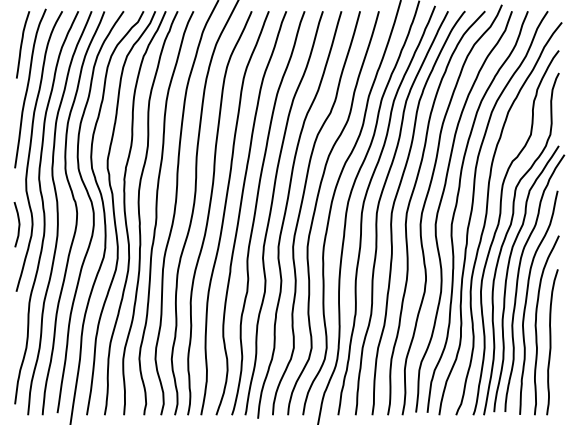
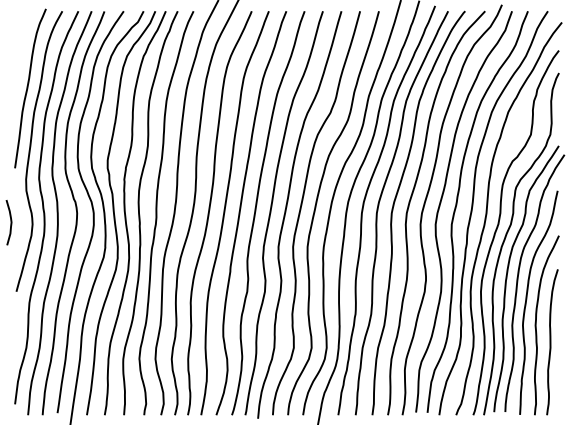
curve at (22, 44): present -> none
curve at (18, 224) position: (18, 224) -> (10, 222)
